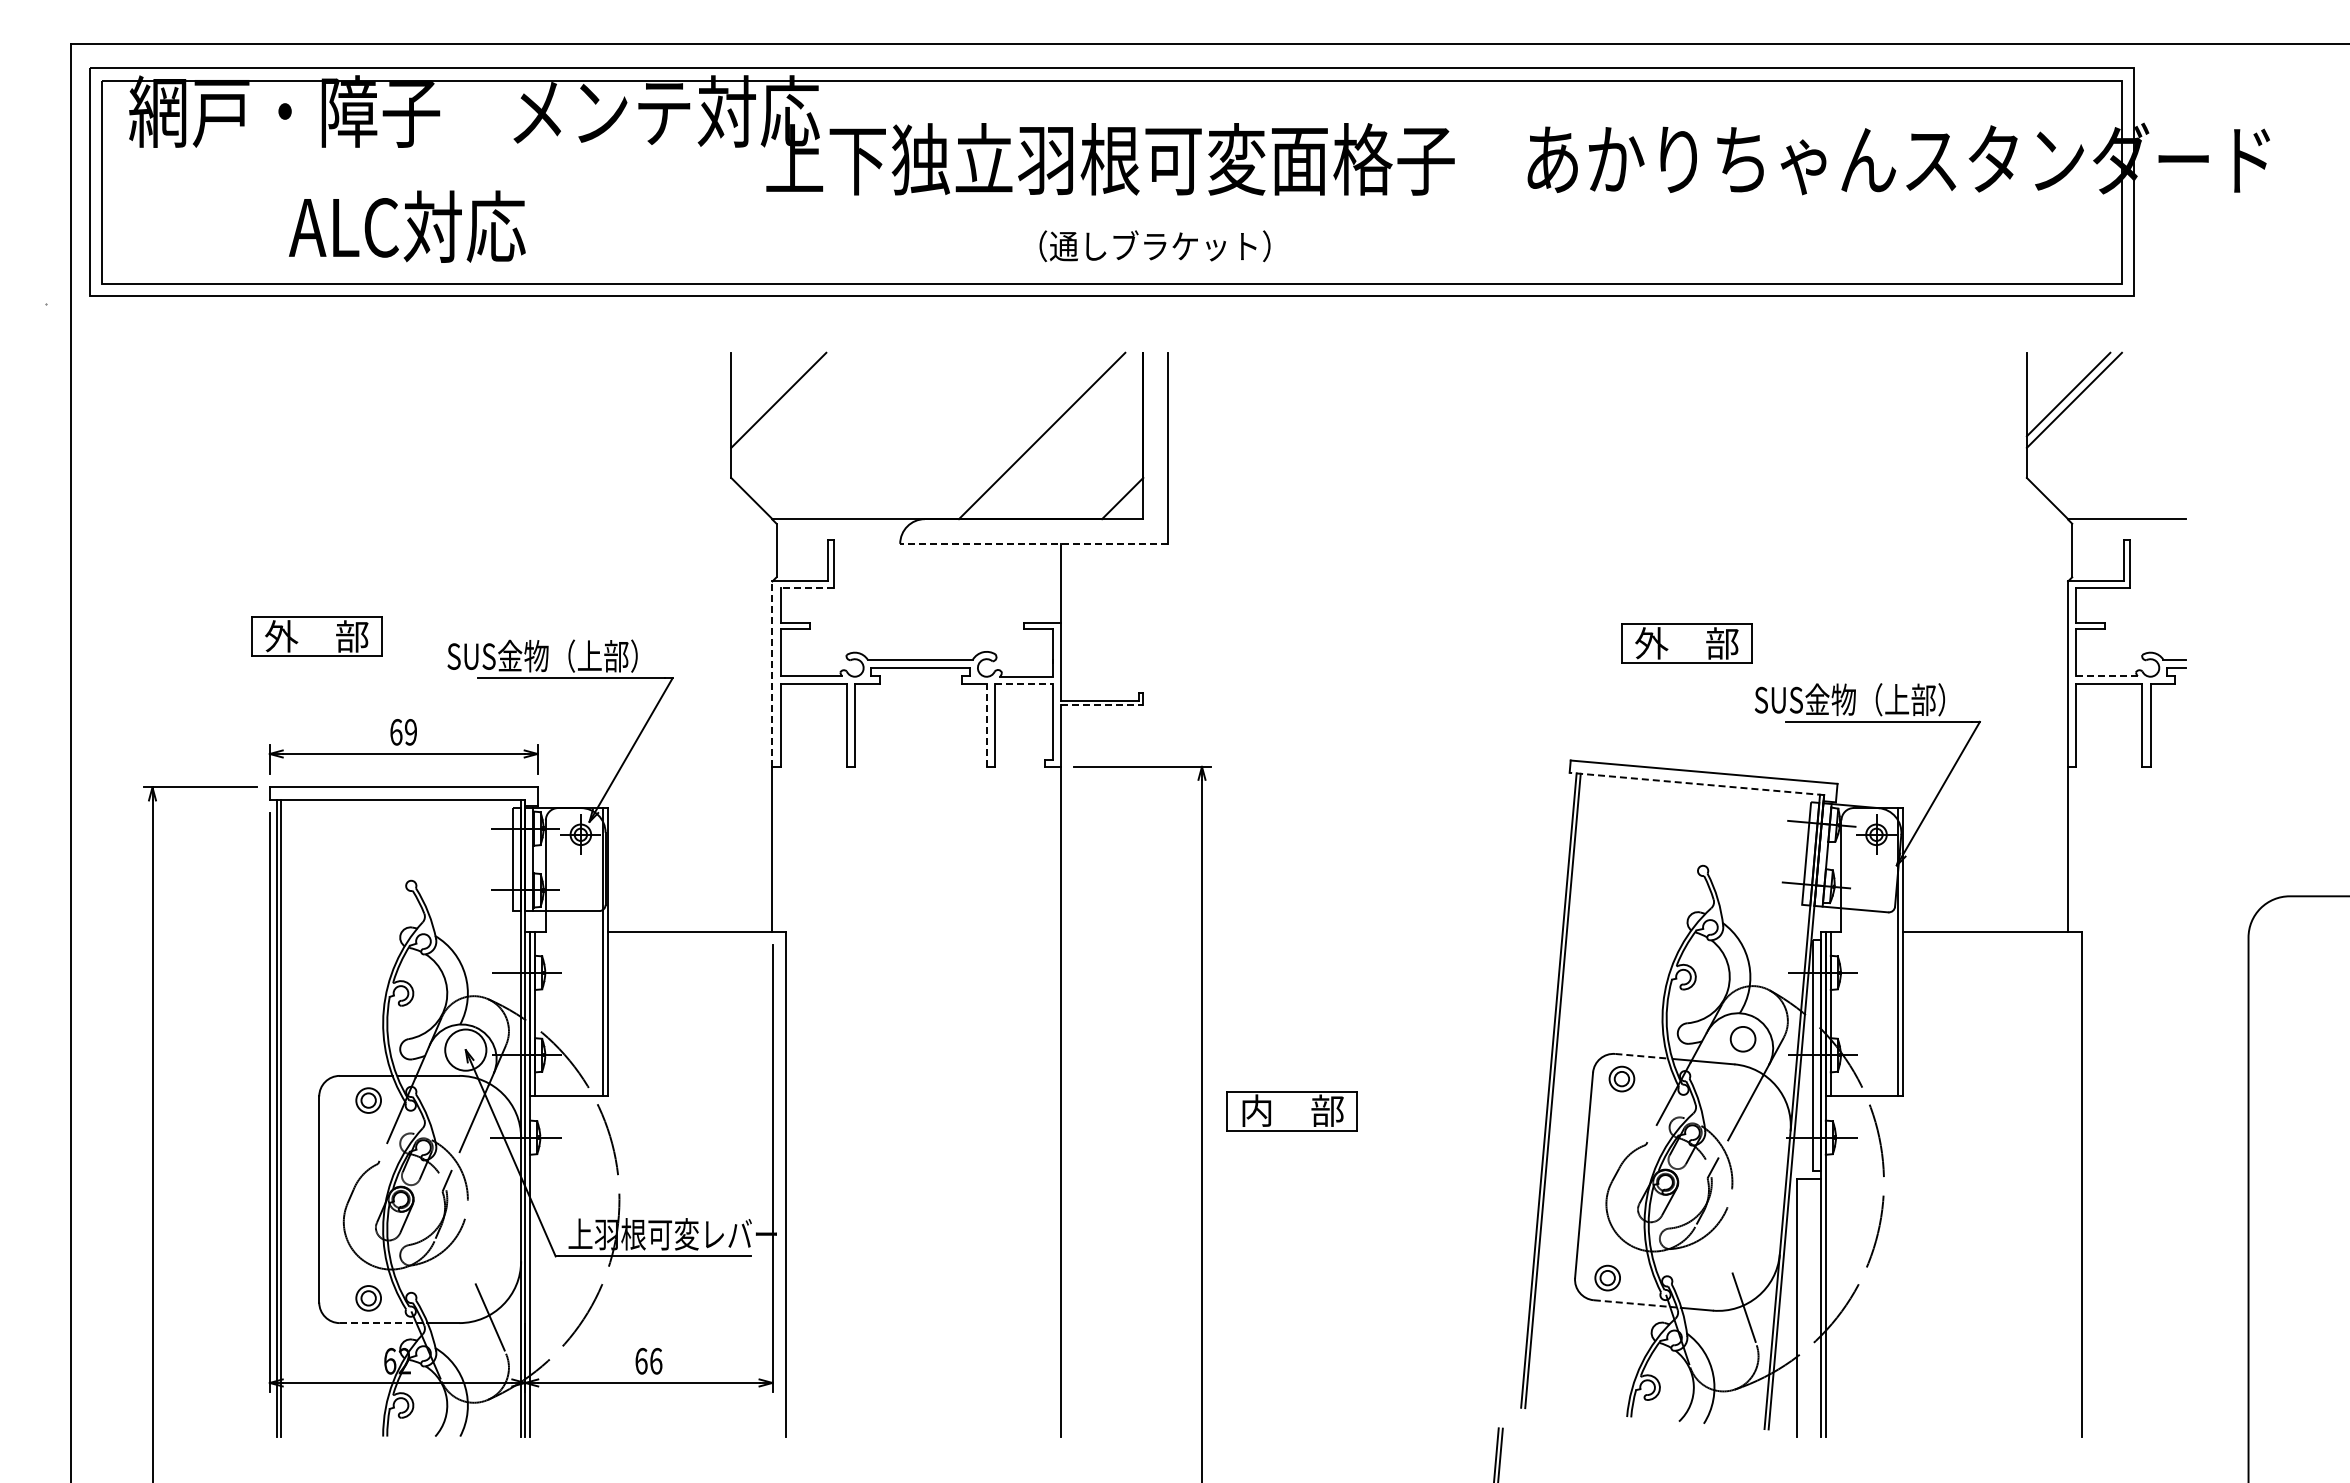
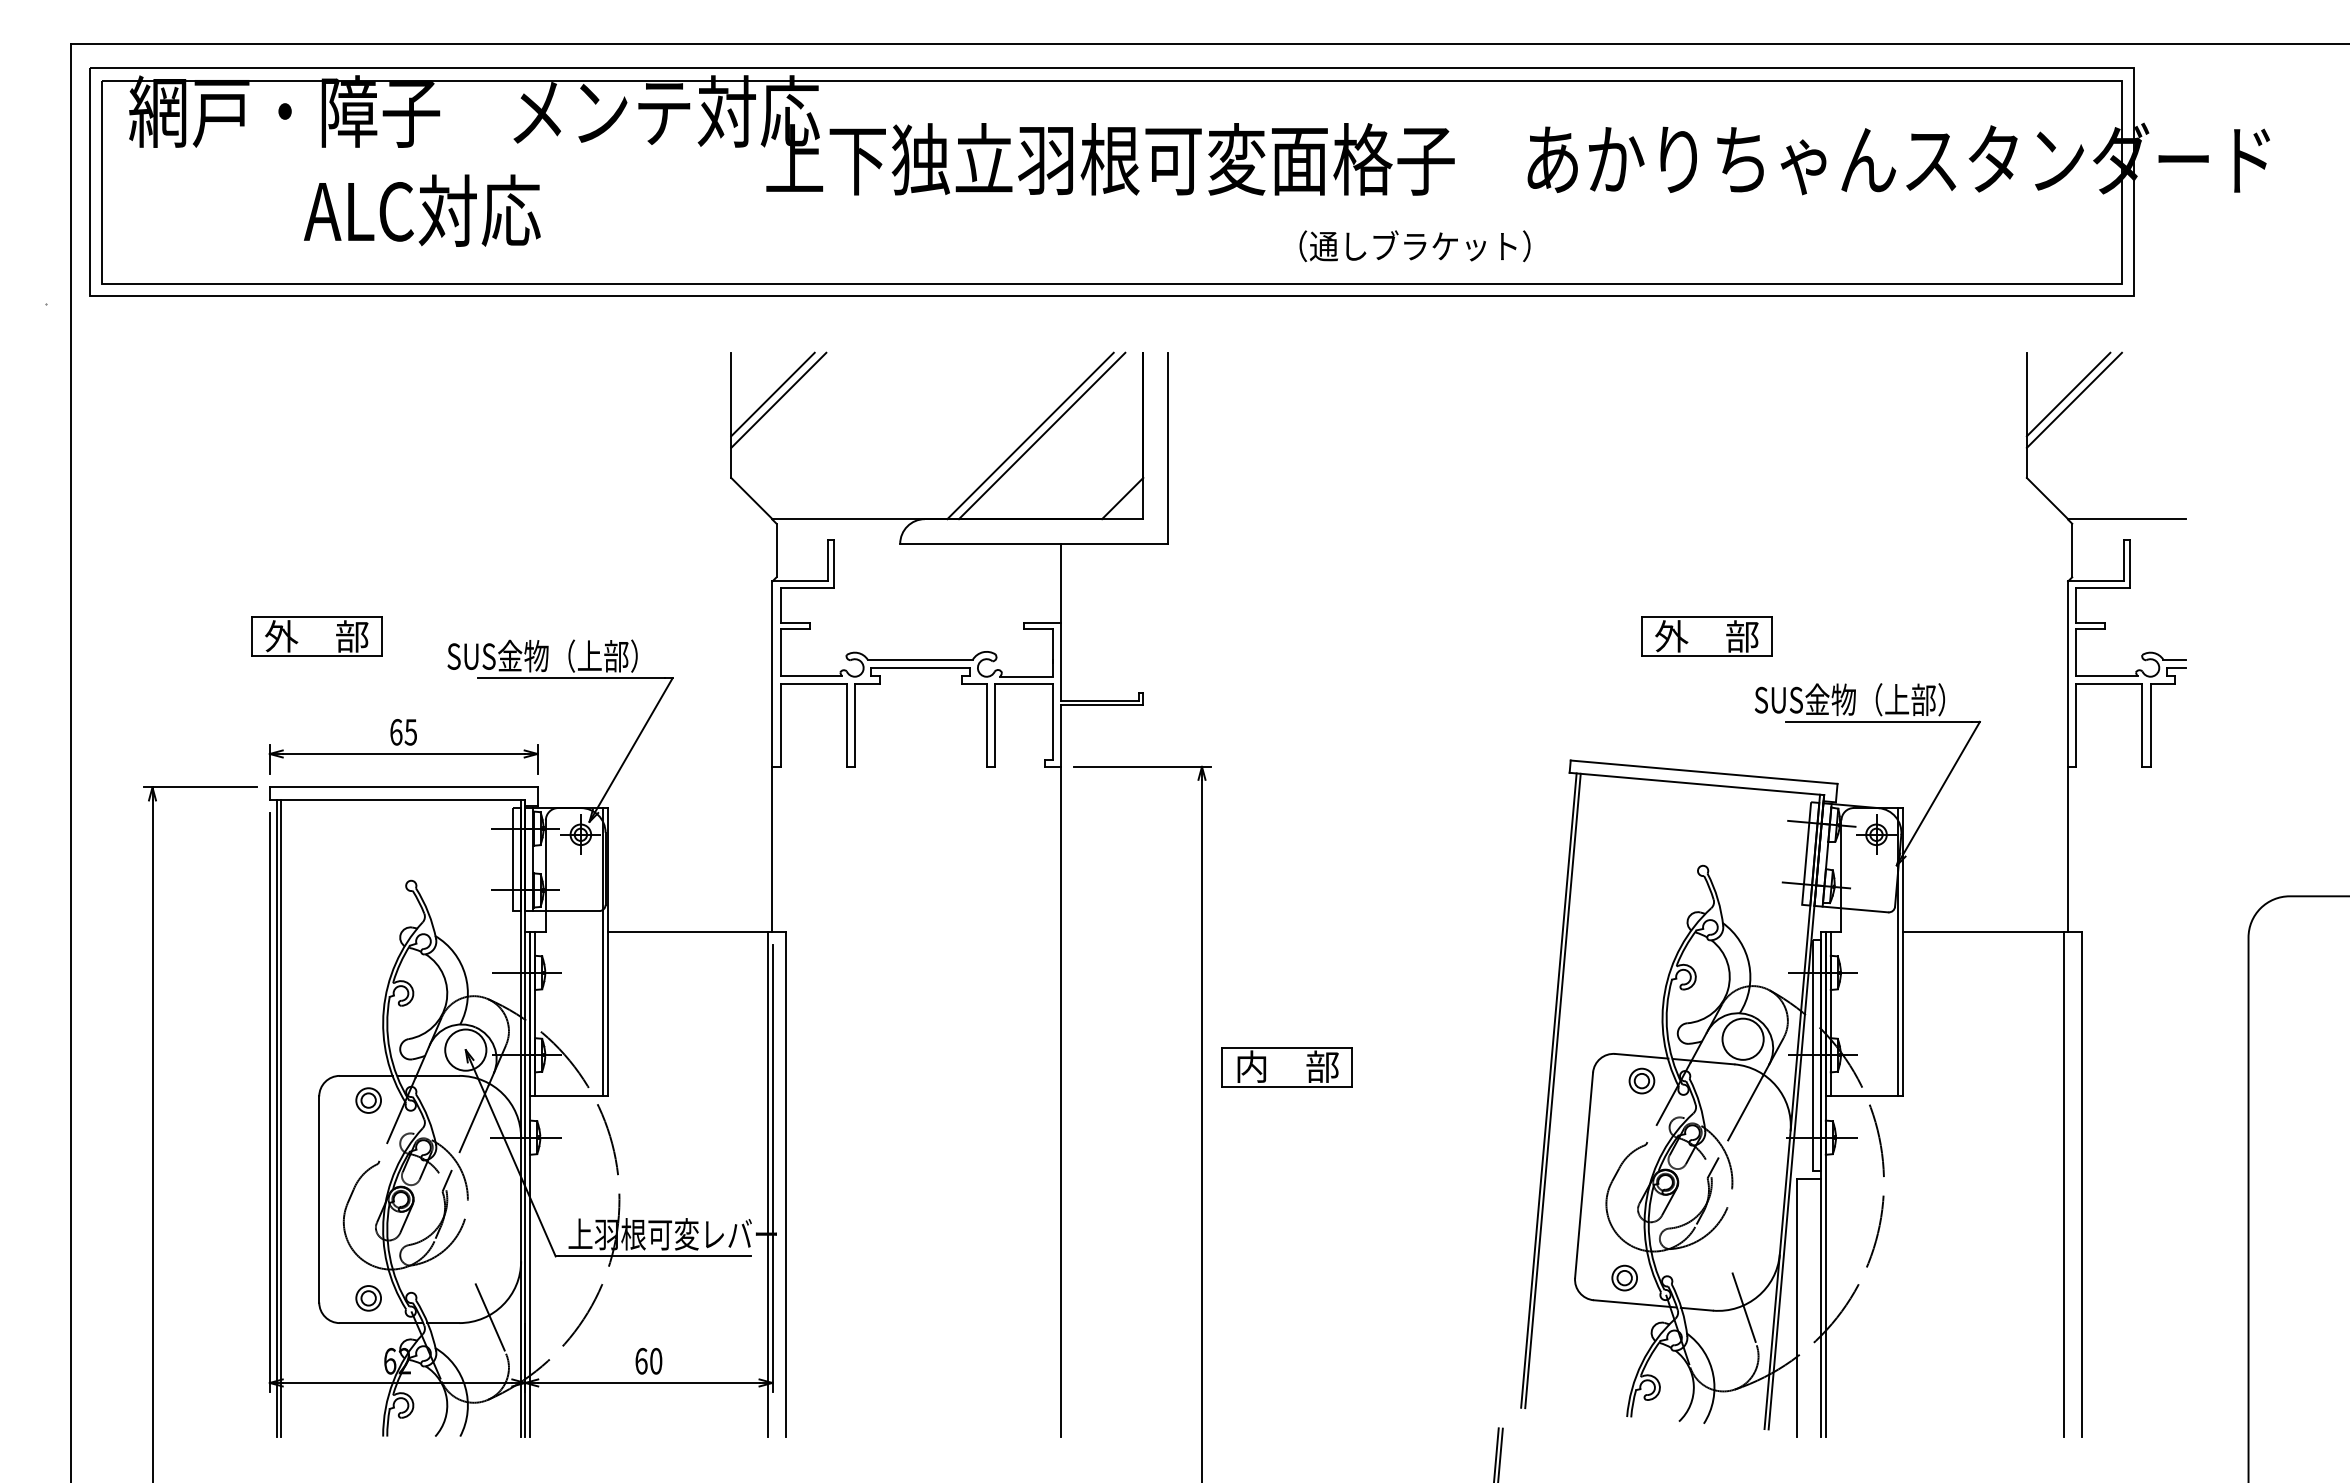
text at (407, 226) position: (407, 226) -> (422, 210)
text at (1154, 246) position: (1154, 246) -> (1414, 246)
line at (772, 394): none -> present
line at (1030, 435): none -> present
line at (1034, 543): dashed -> solid
line at (807, 587): dashed -> solid
part at (1686, 643) position: (1686, 643) -> (1706, 636)
line at (772, 674): dashed -> solid
line at (2107, 676): dashed -> solid
line at (1023, 684): dashed -> solid
line at (1102, 705): dashed -> solid
line at (986, 725): dashed -> solid
text at (410, 732): 69 -> 65
line at (1696, 783): dashed -> solid
circle at (1742, 1038) diameter: 25 px -> 41 px
line at (1641, 1056): dashed -> solid
part at (1621, 1078) position: (1621, 1078) -> (1641, 1080)
part at (1291, 1111) position: (1291, 1111) -> (1286, 1067)
line at (768, 1183): none -> present
line at (2063, 1183): none -> present
part at (1607, 1277) position: (1607, 1277) -> (1624, 1277)
line at (1635, 1303): dashed -> solid
line at (381, 1323): dashed -> solid
text at (656, 1360): 66 -> 60
